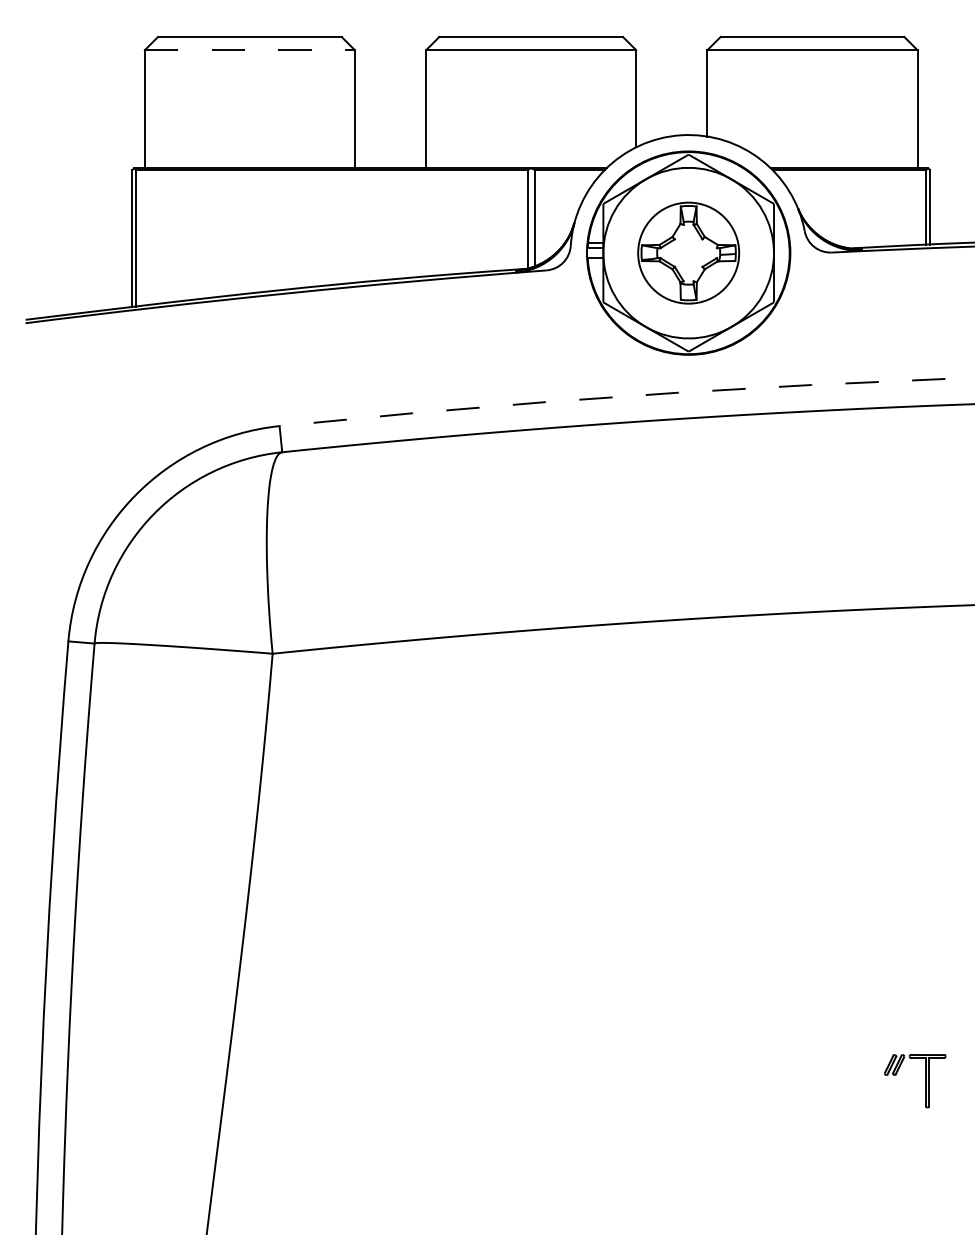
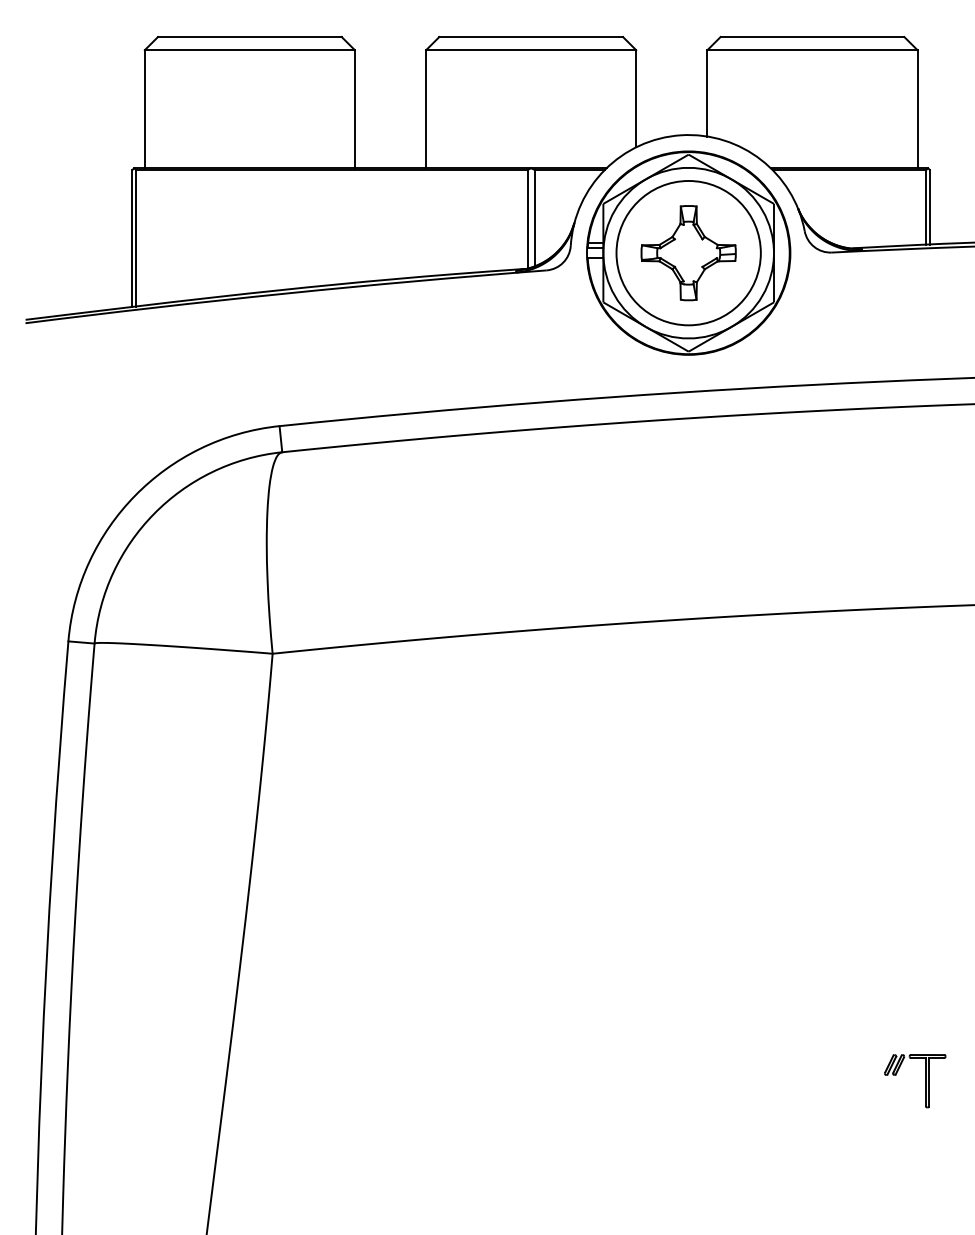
line at (249, 50): dashed -> solid
circle at (688, 252) diameter: 101 px -> 144 px
arc at (626, 396): dashed -> solid
